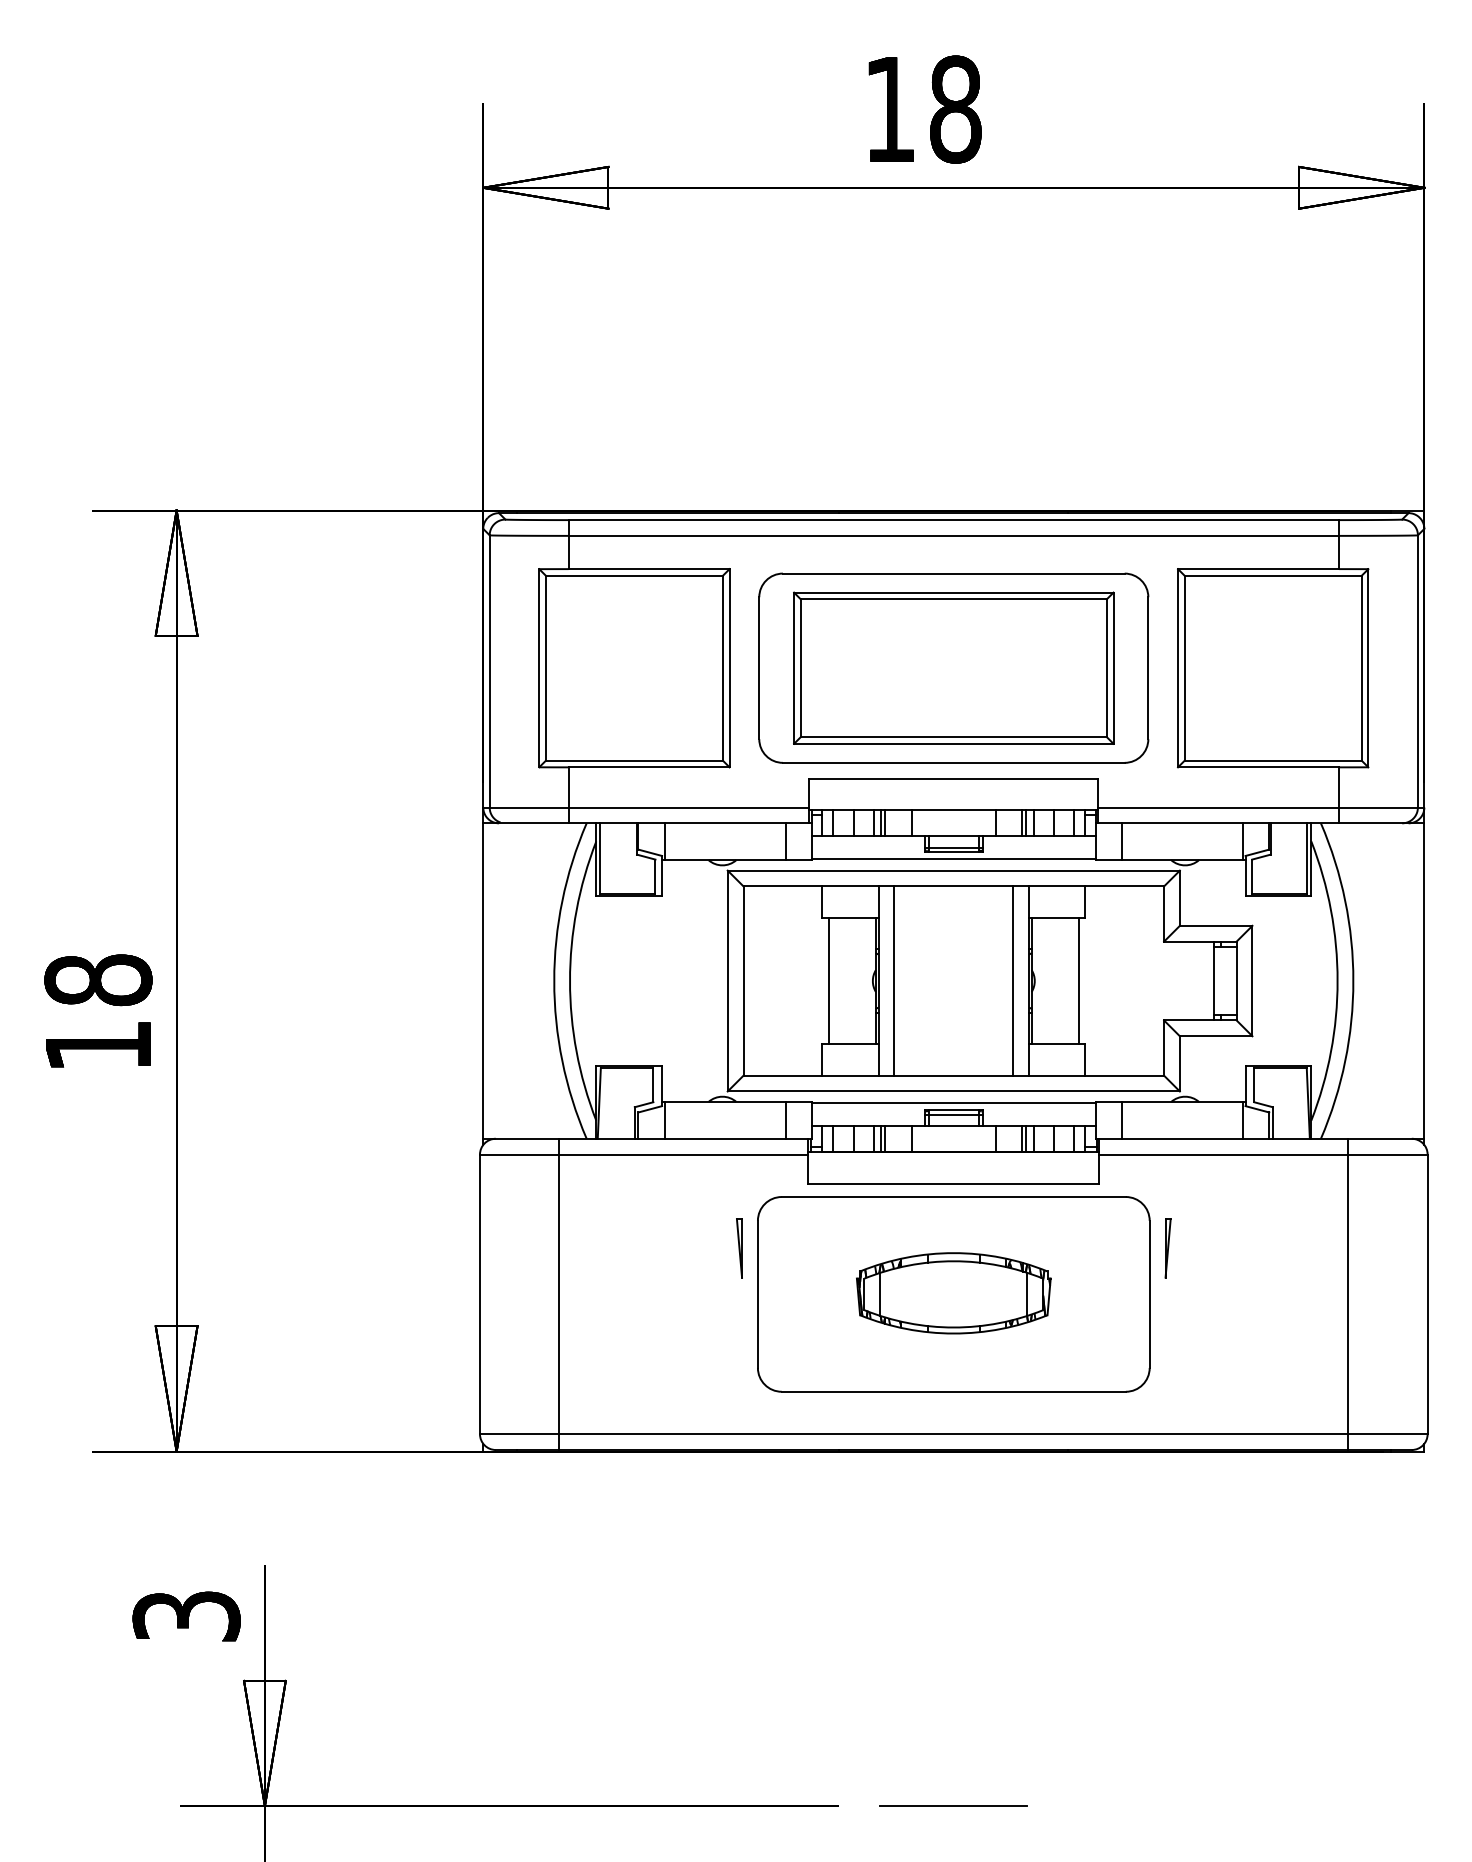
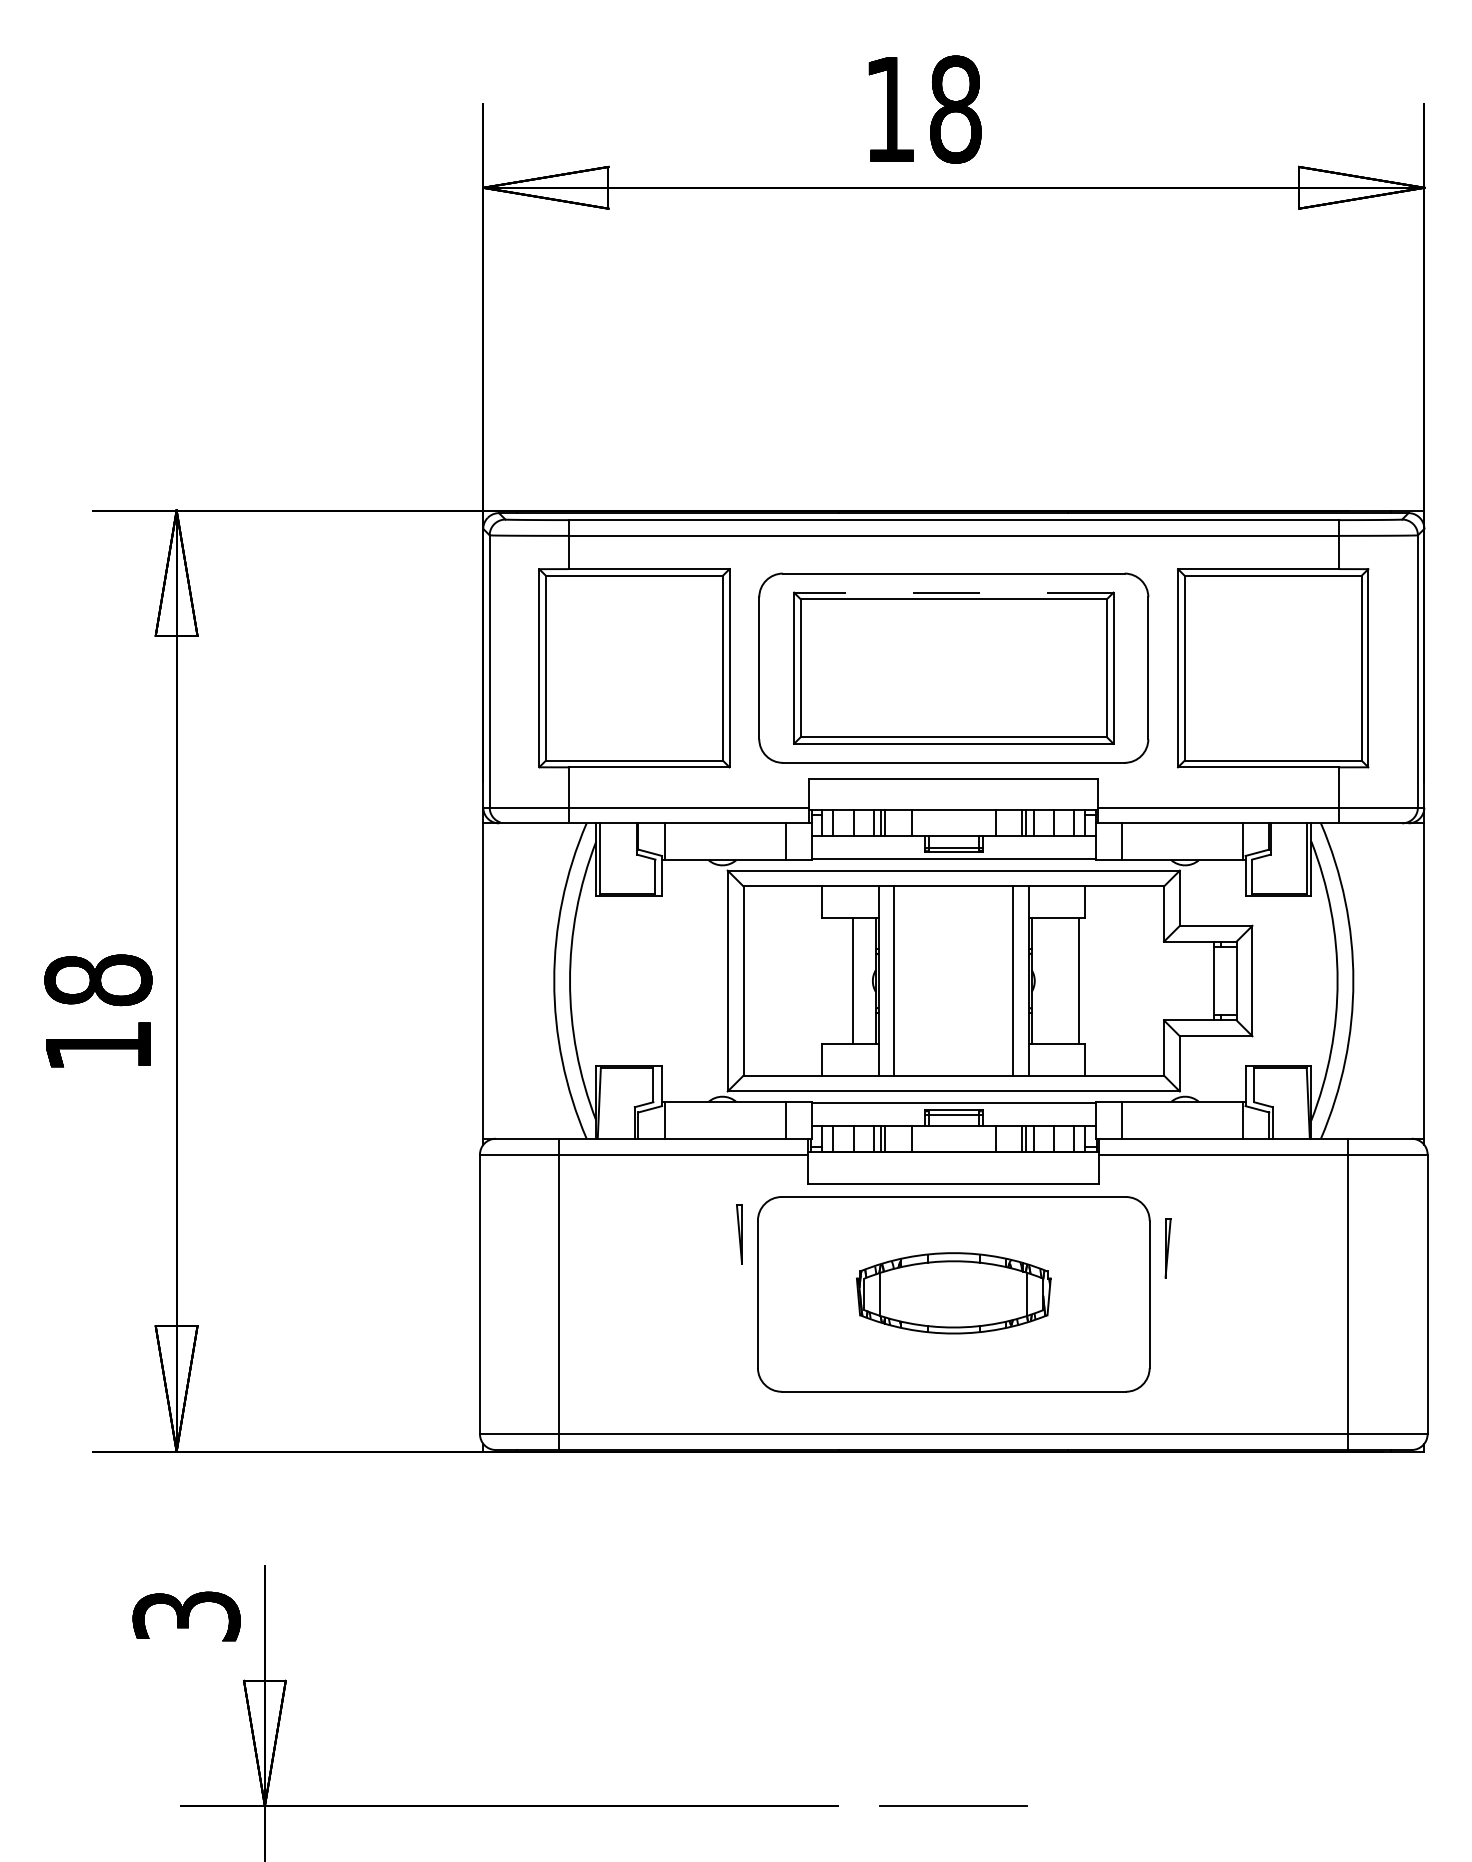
line at (953, 592): solid -> dashed
line at (828, 980) position: (828, 980) -> (852, 980)
part at (739, 1248) position: (739, 1248) -> (739, 1234)
